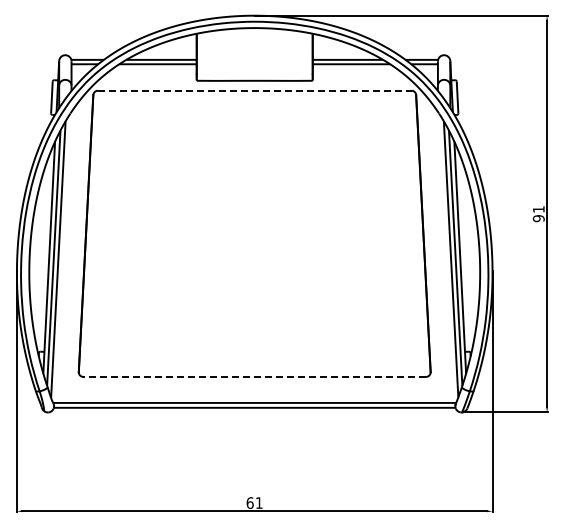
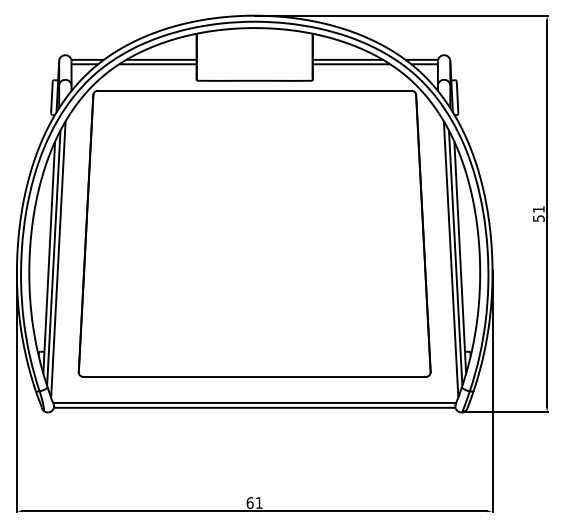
line at (254, 90): dashed -> solid
text at (538, 218): 91 -> 51
line at (254, 376): dashed -> solid
